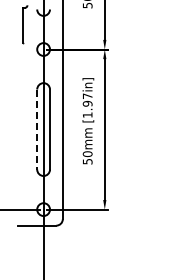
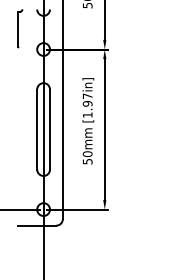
part at (25, 24) position: (25, 24) -> (20, 28)
line at (37, 130): dashed -> solid
